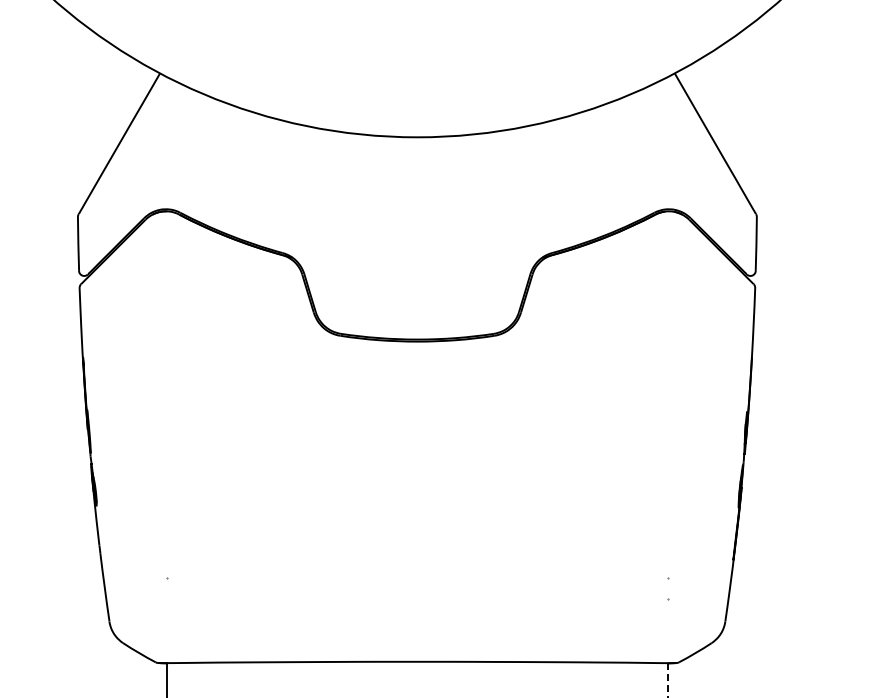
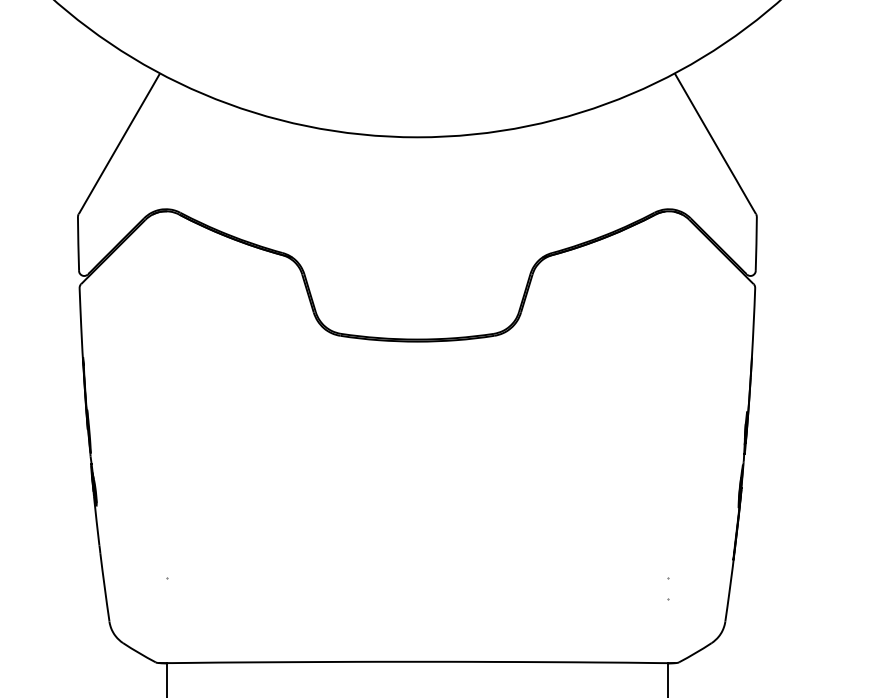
line at (667, 680): dashed -> solid
